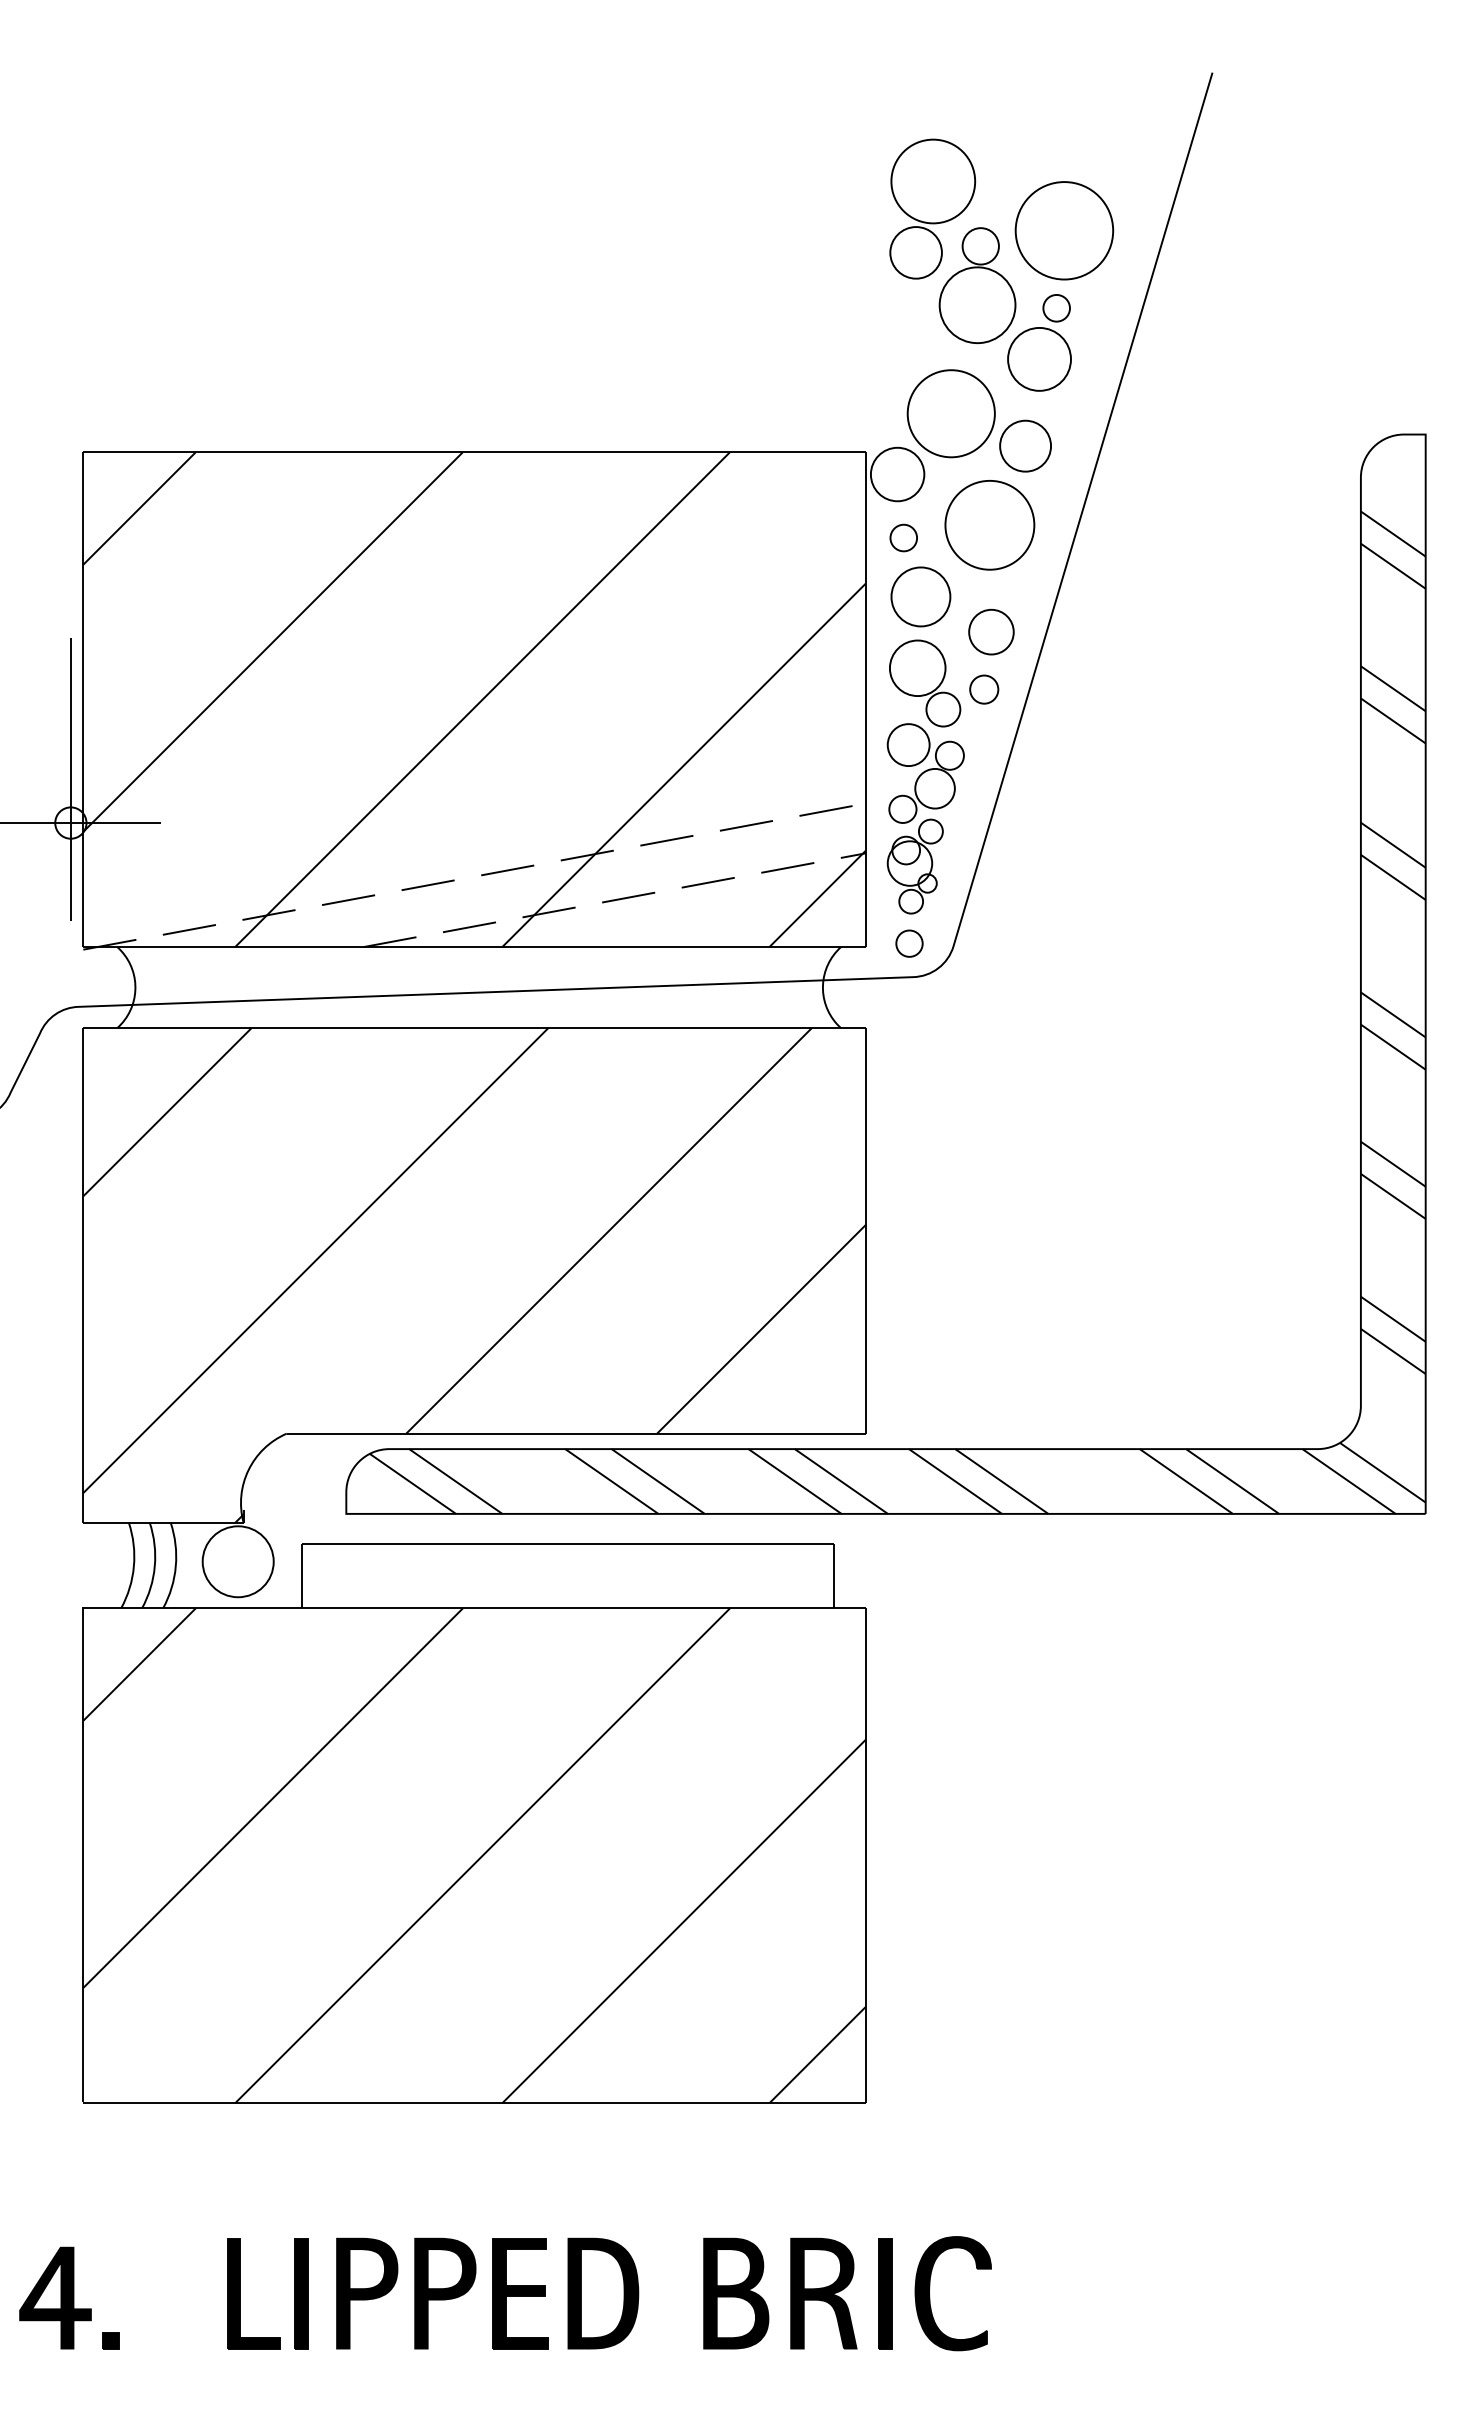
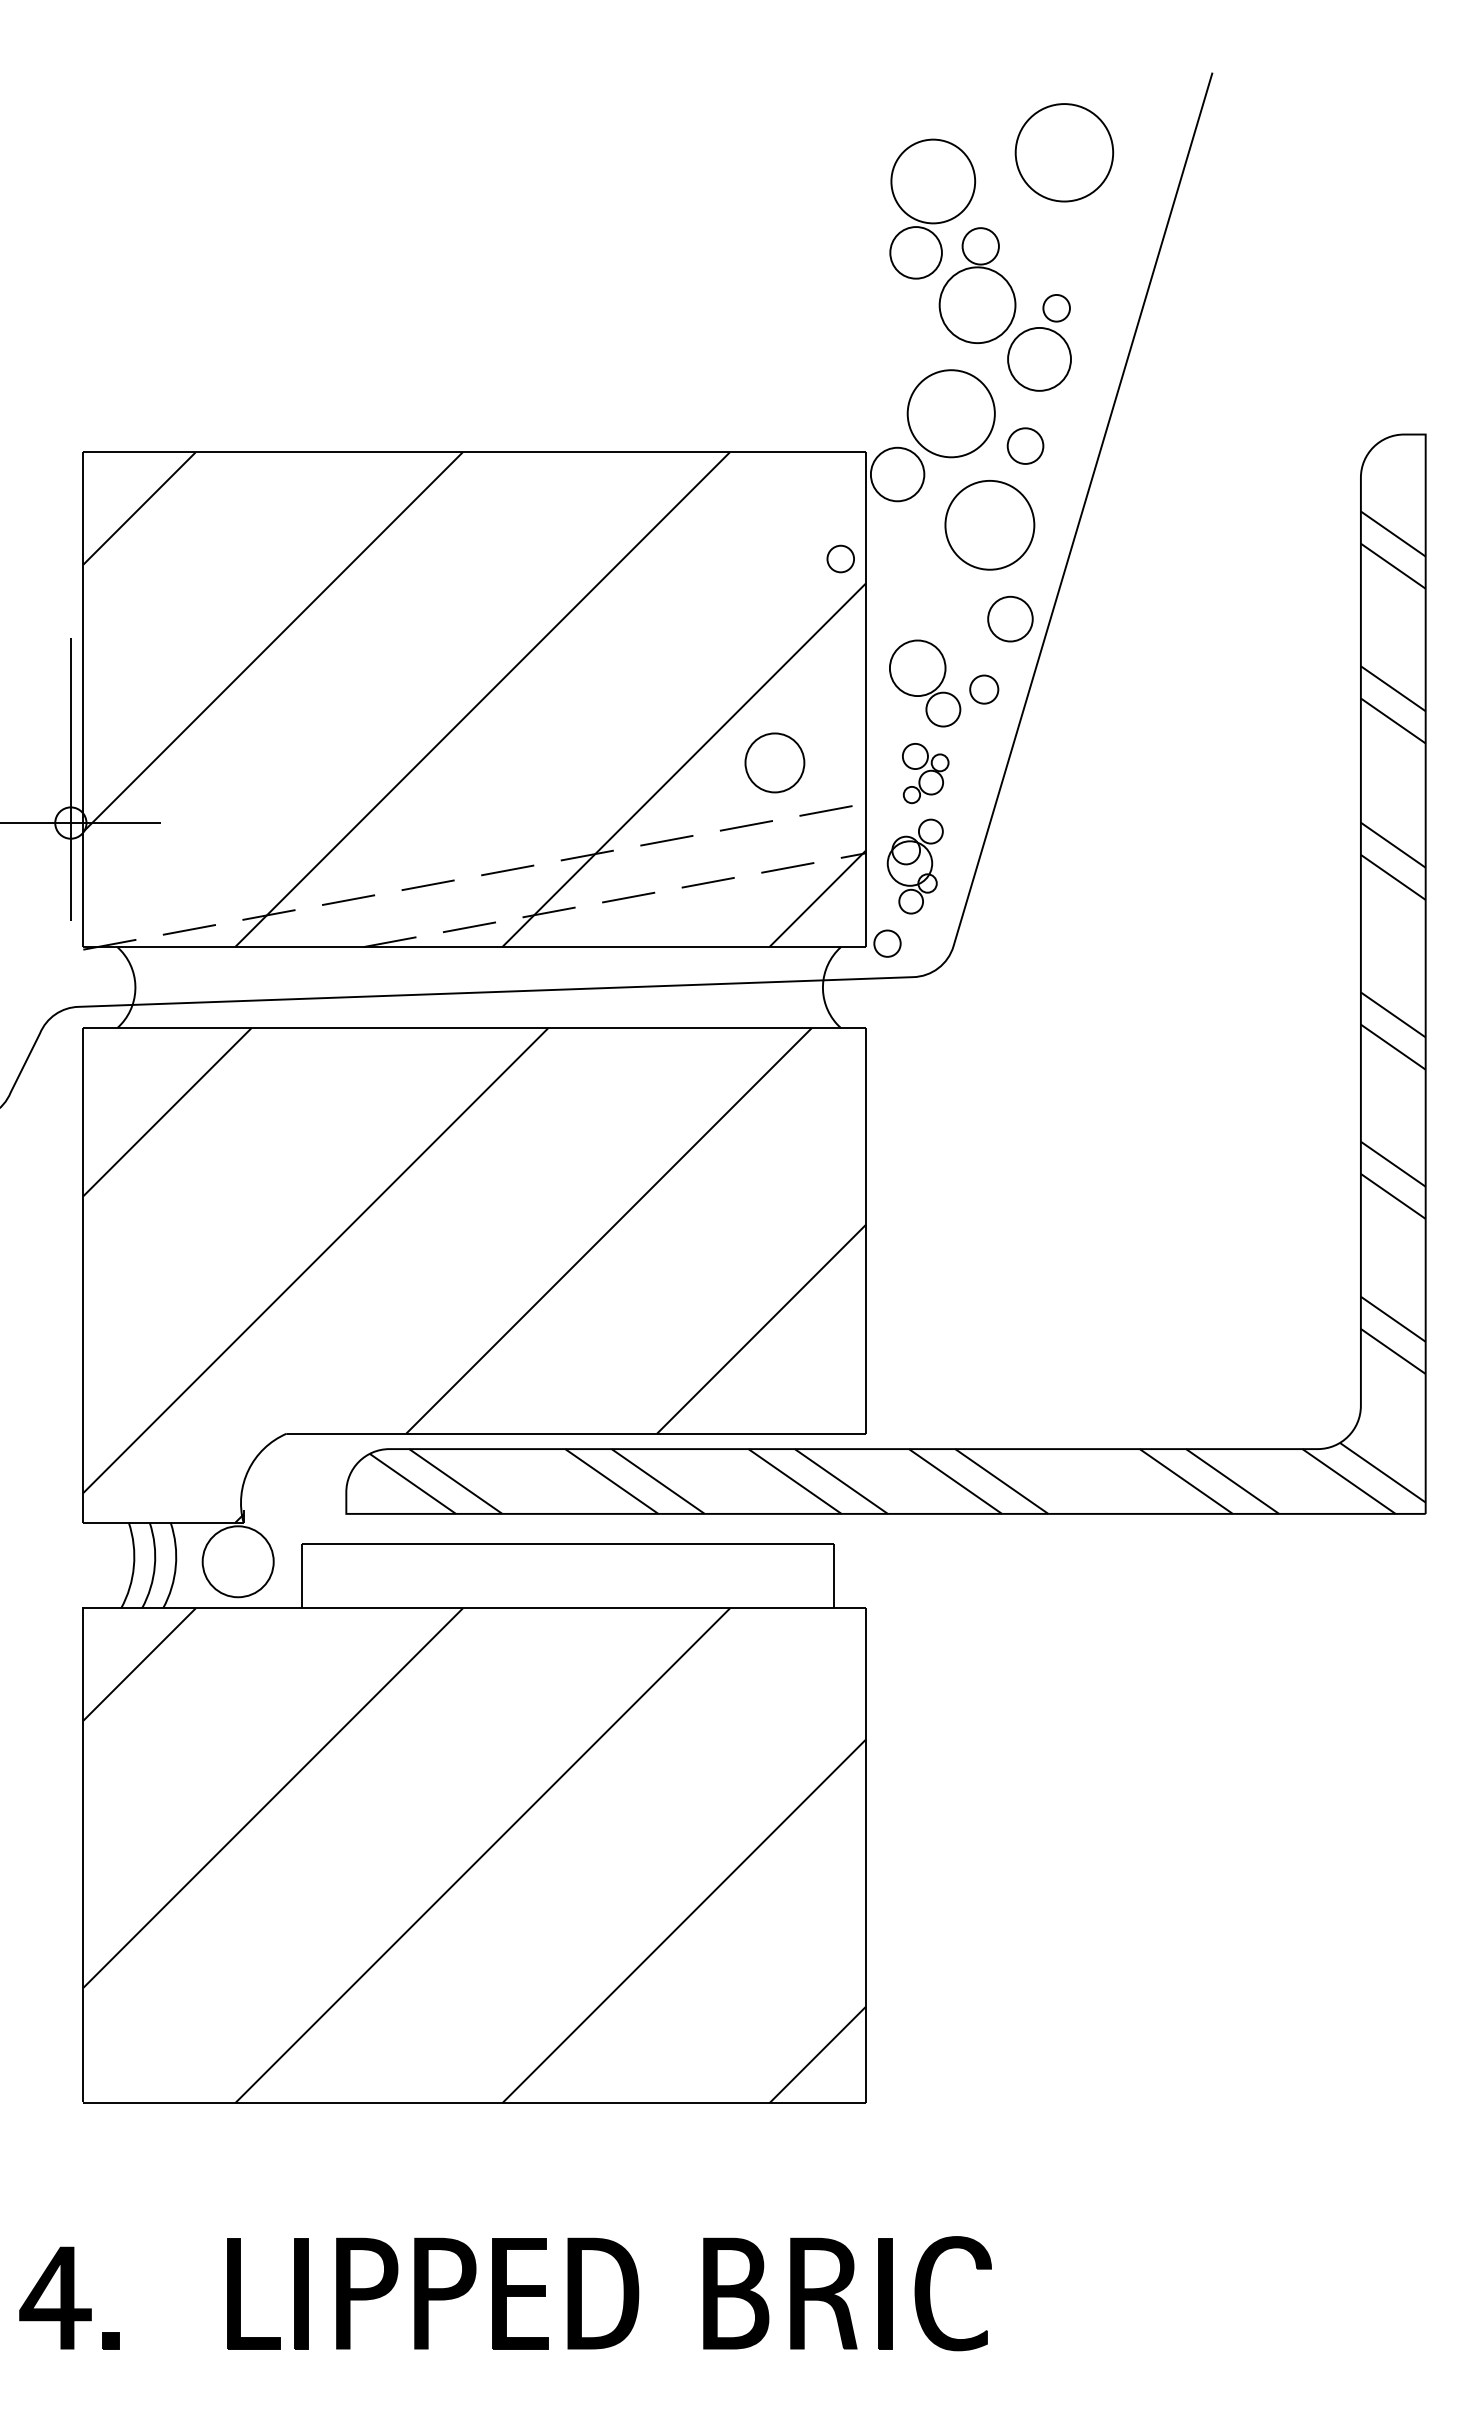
part at (1064, 230) position: (1064, 230) -> (1064, 152)
part at (1025, 445) size: 53x54 px -> 39x38 px
part at (903, 537) position: (903, 537) -> (840, 558)
part at (920, 596) position: (920, 596) -> (774, 762)
part at (991, 631) position: (991, 631) -> (1010, 618)
part at (925, 773) size: 79x101 px -> 48x62 px
part at (909, 943) position: (909, 943) -> (887, 943)
